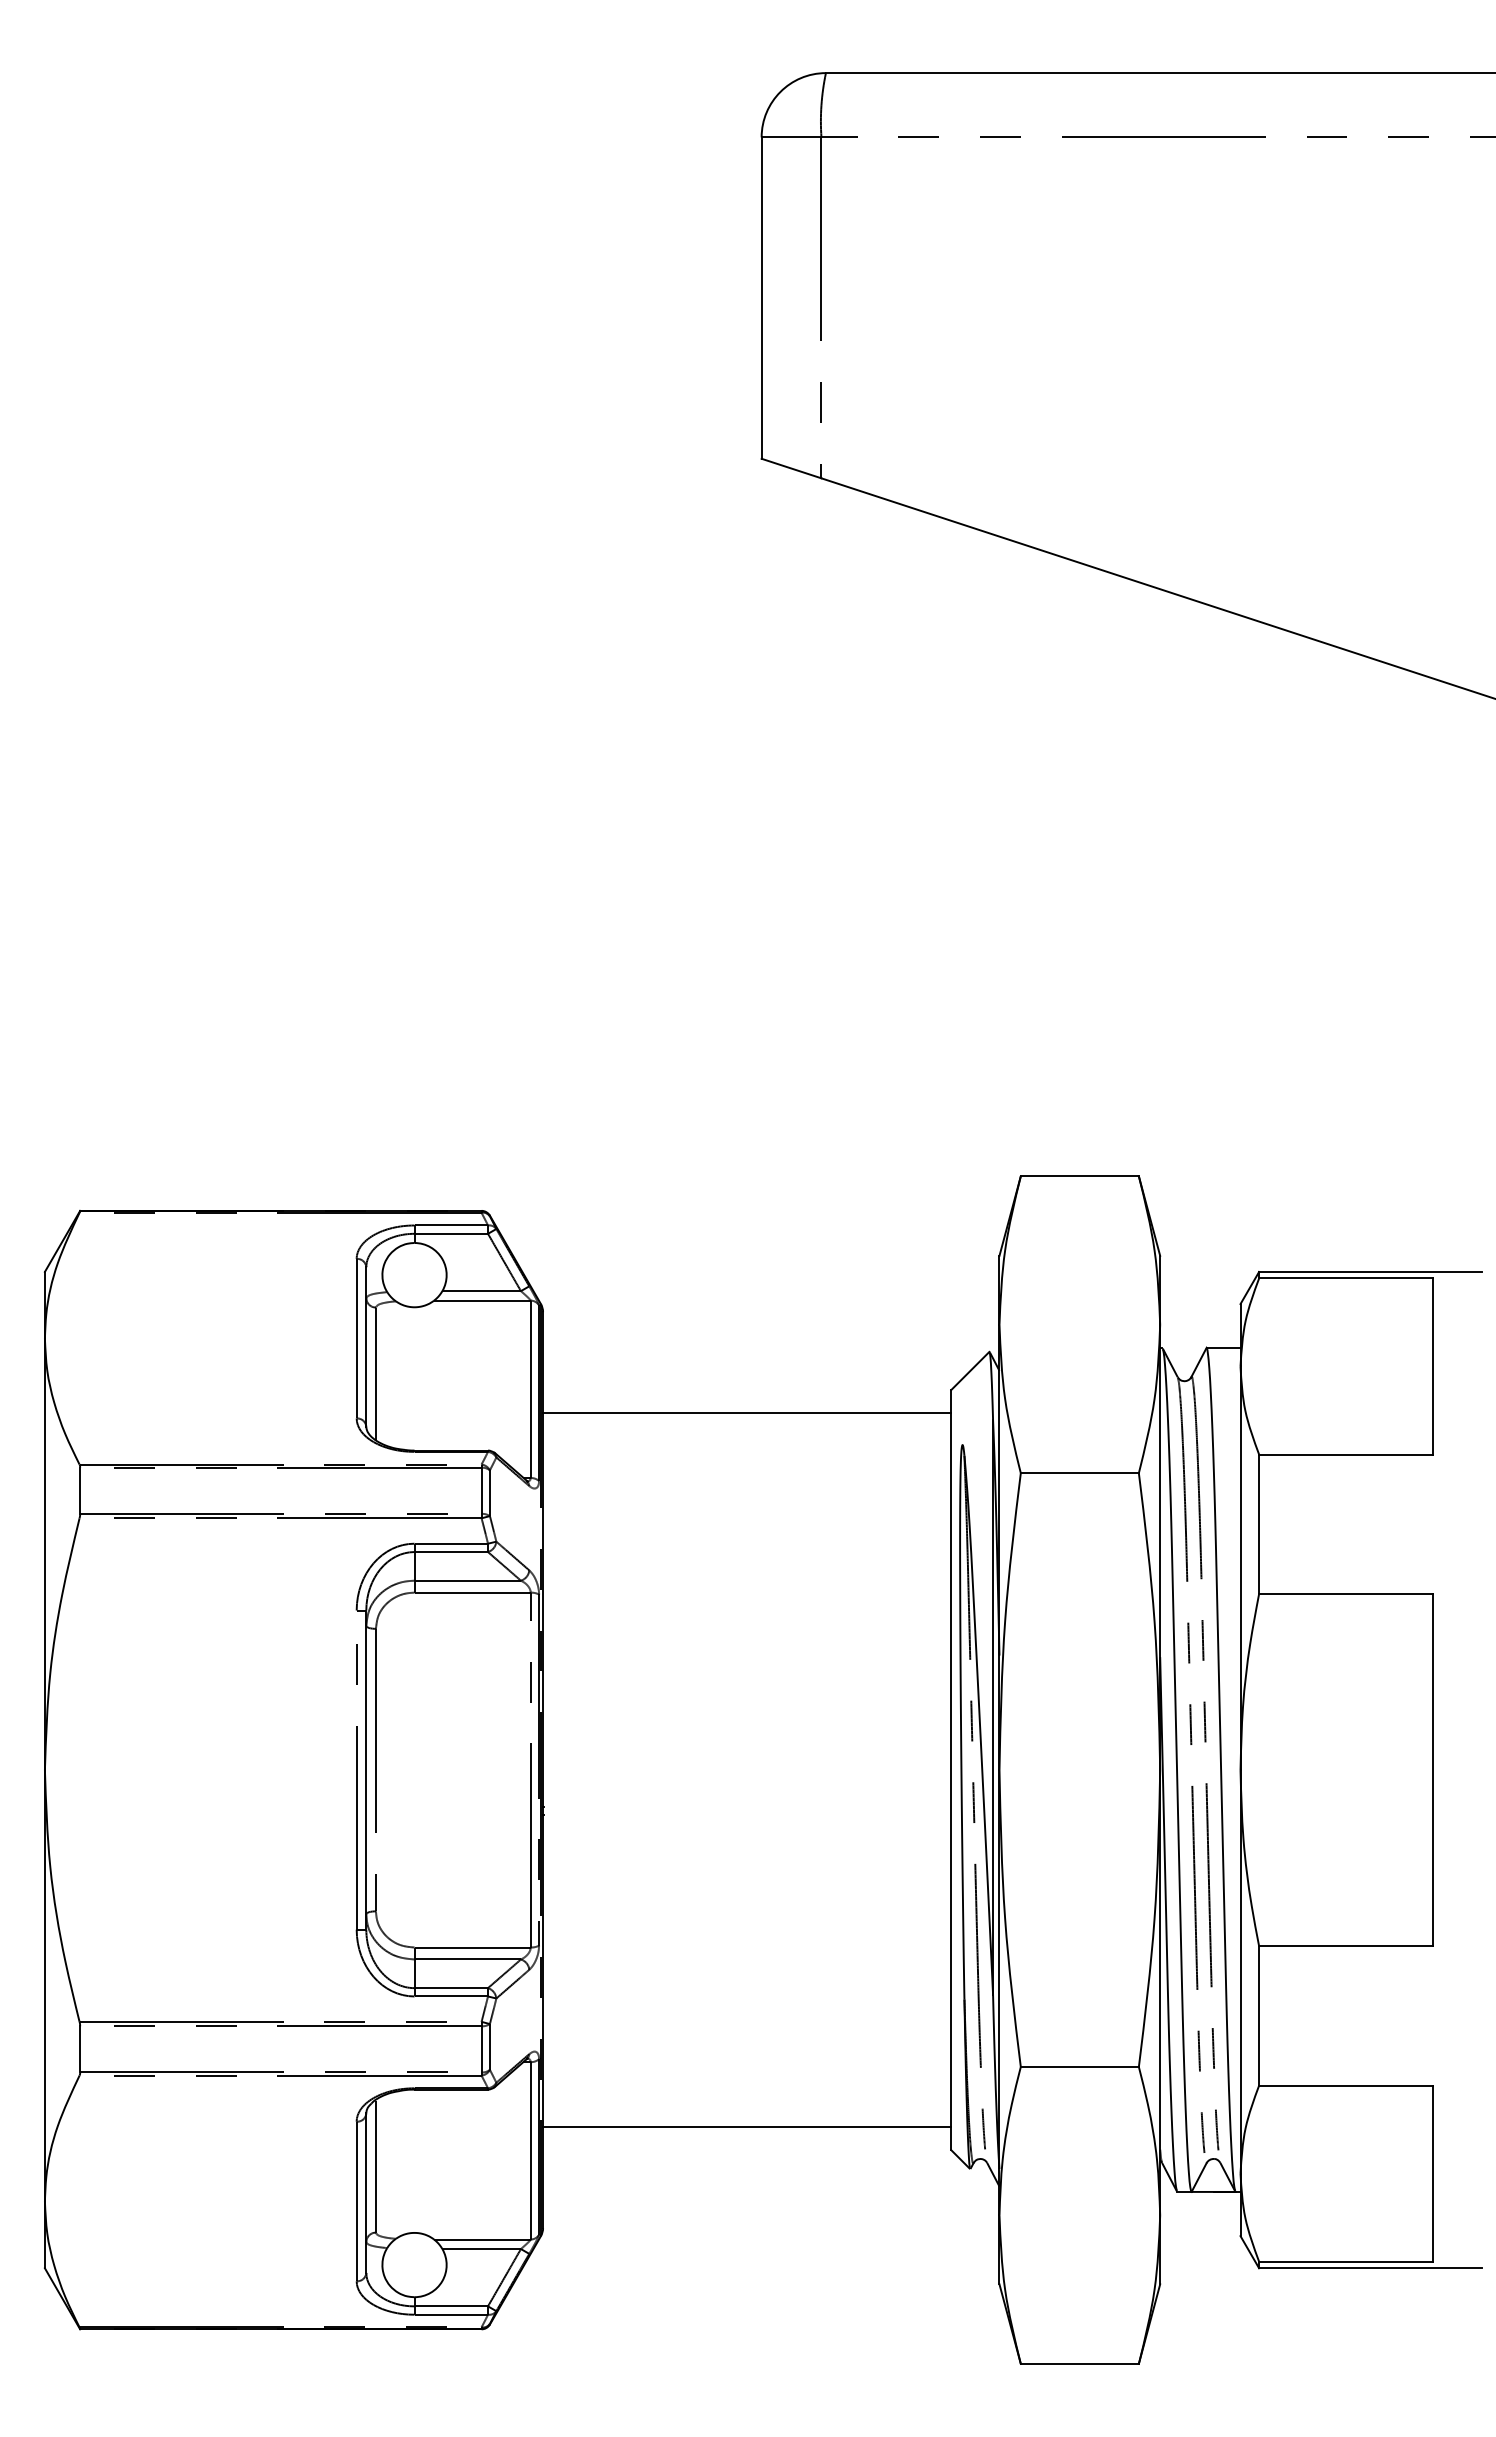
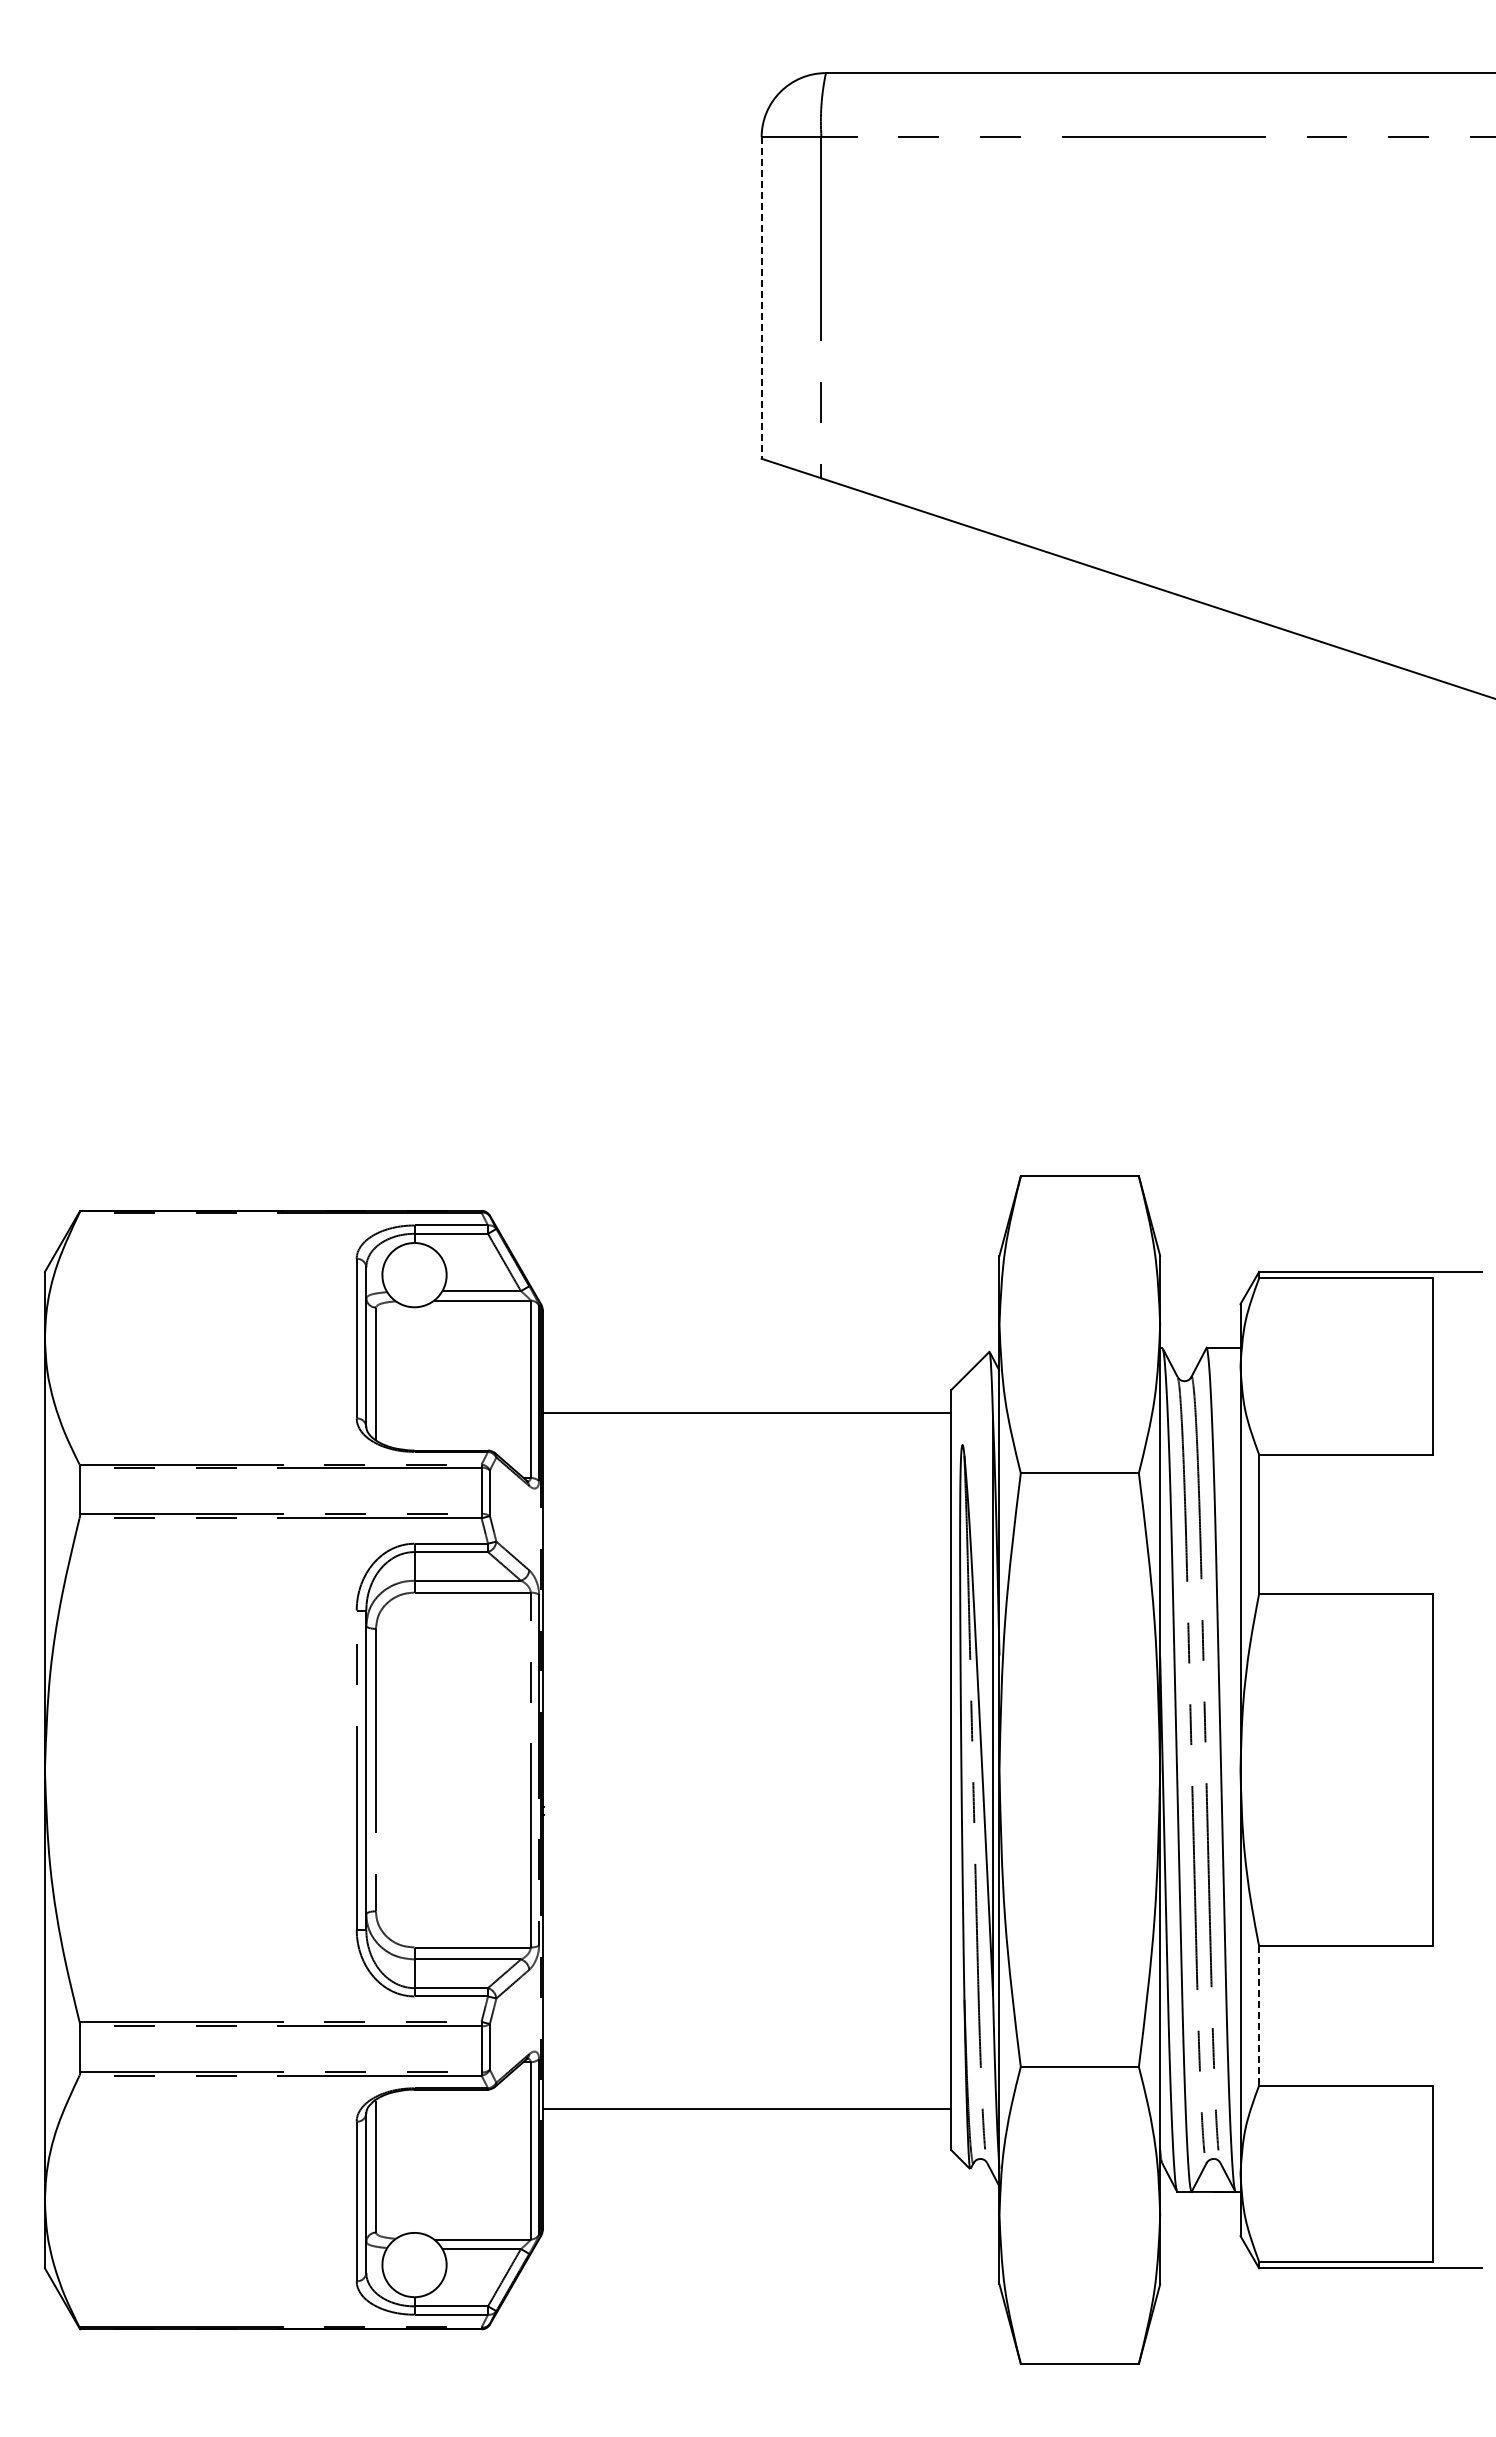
line at (761, 298): solid -> dashed
line at (1259, 2015): solid -> dashed
line at (747, 2126) position: (747, 2126) -> (747, 2108)
